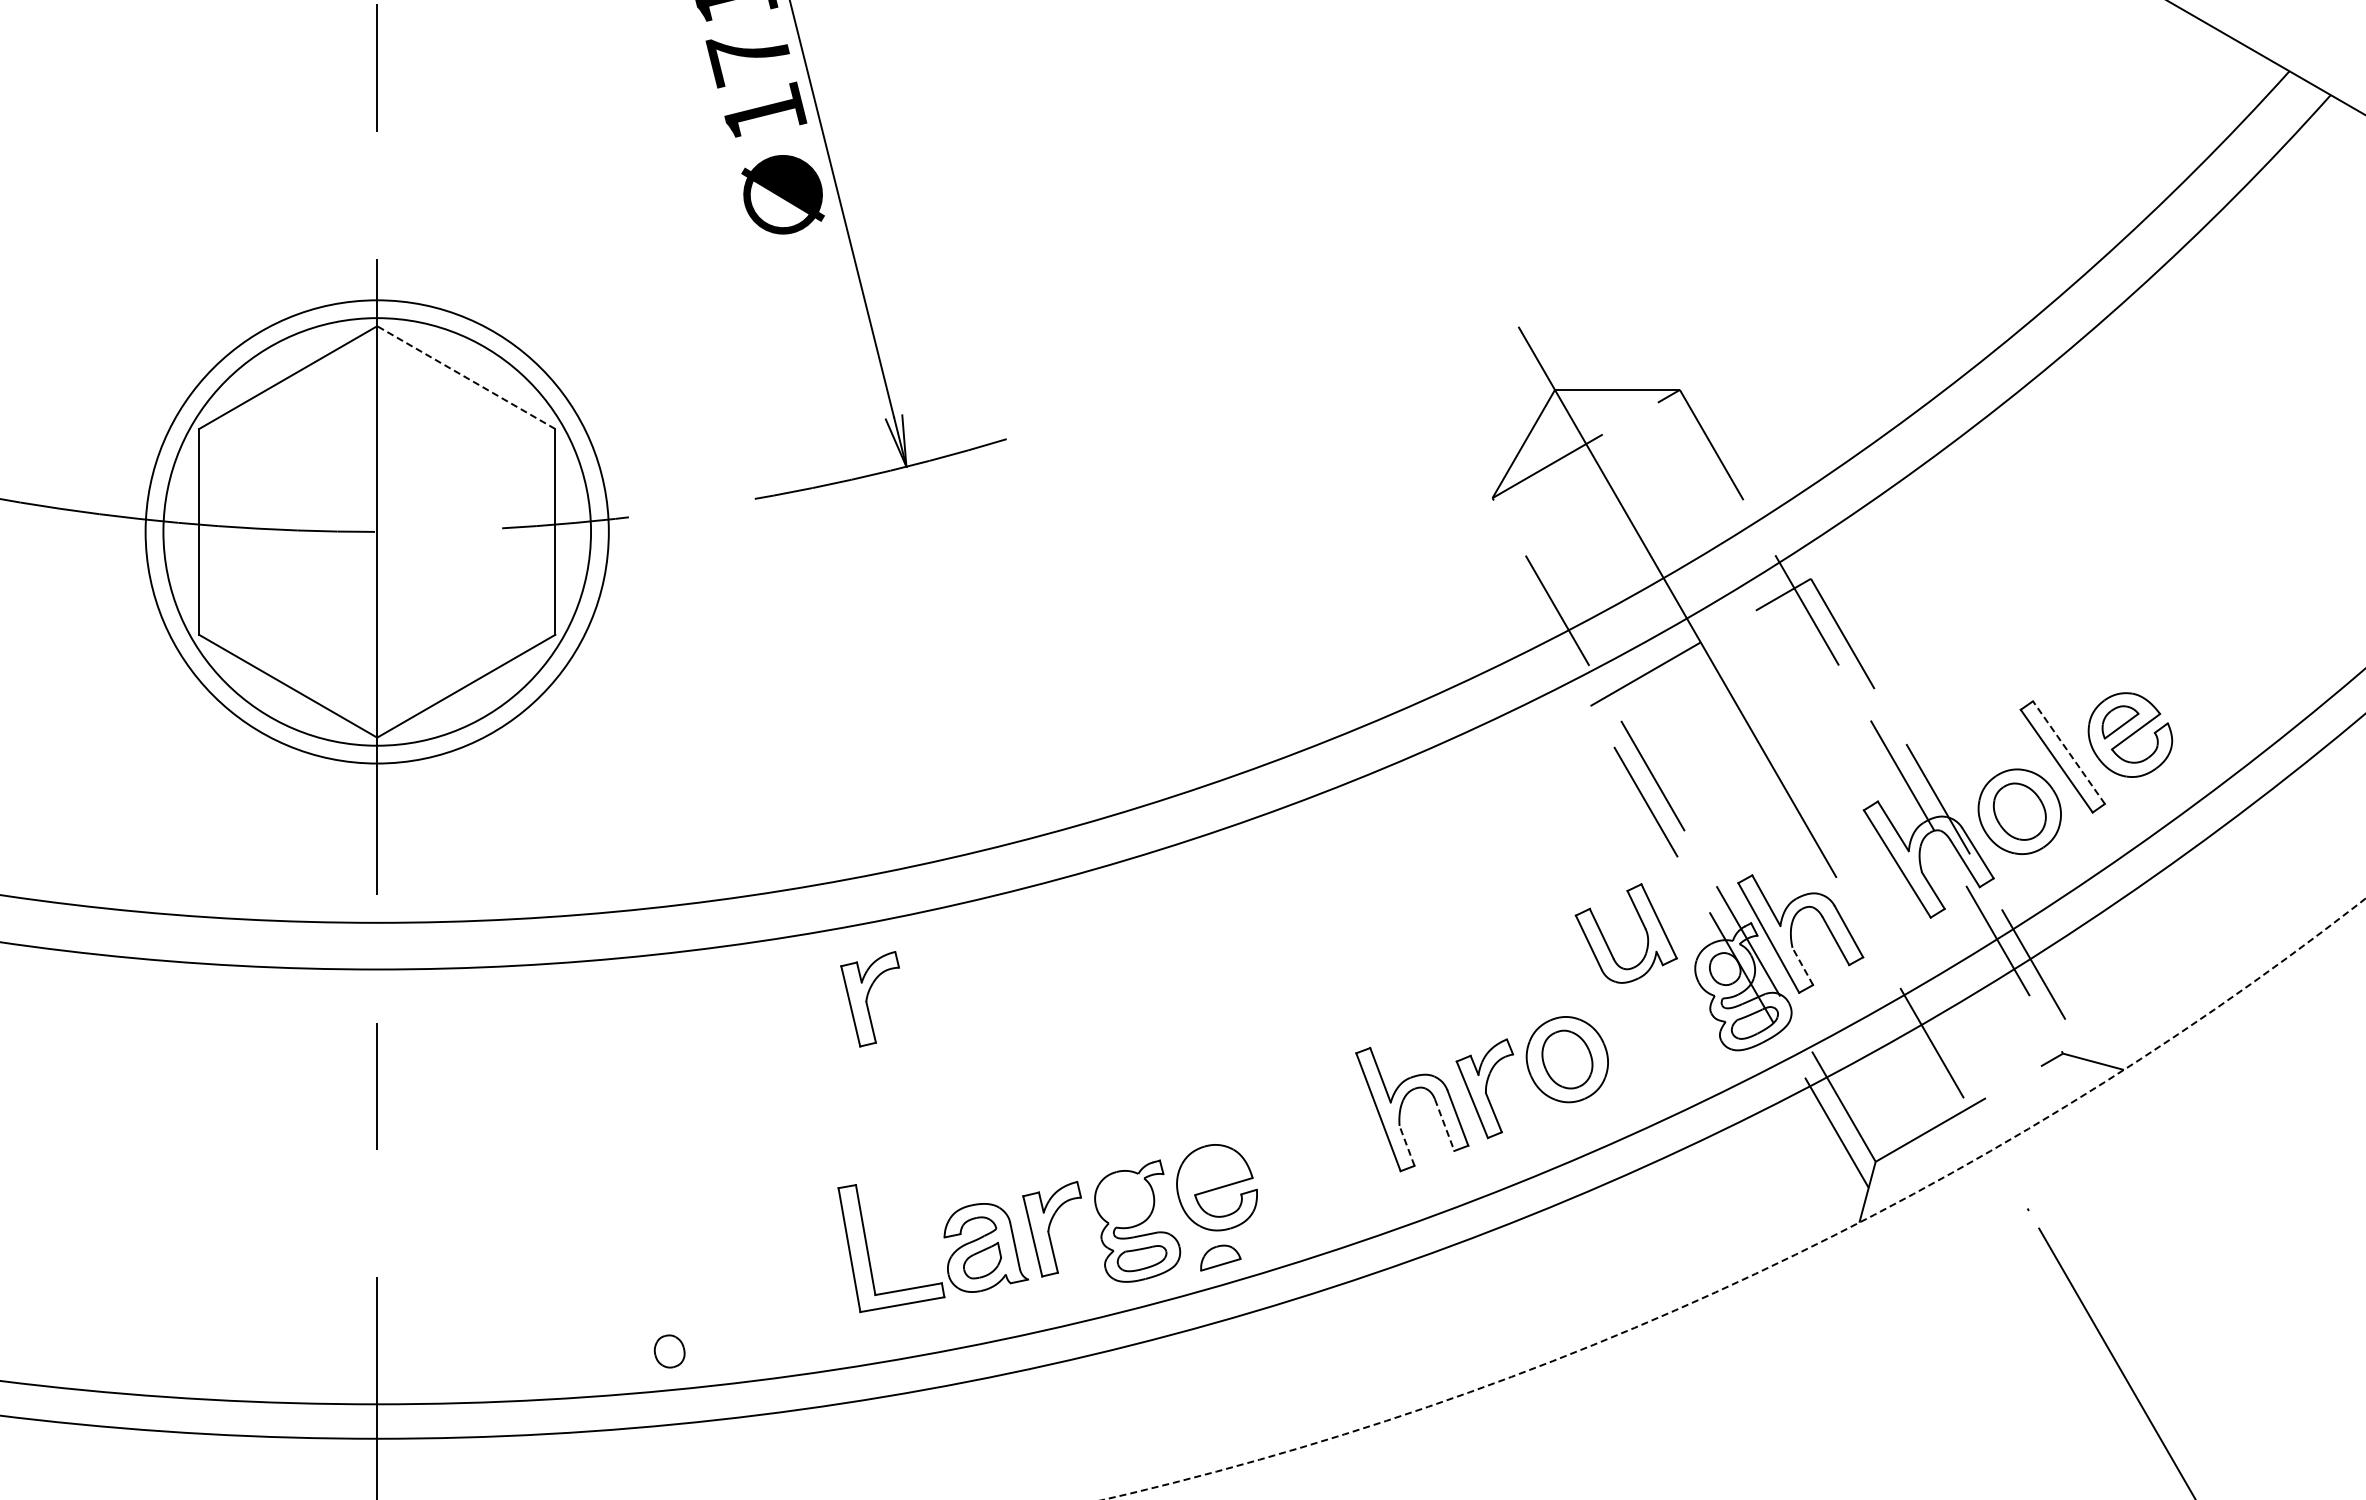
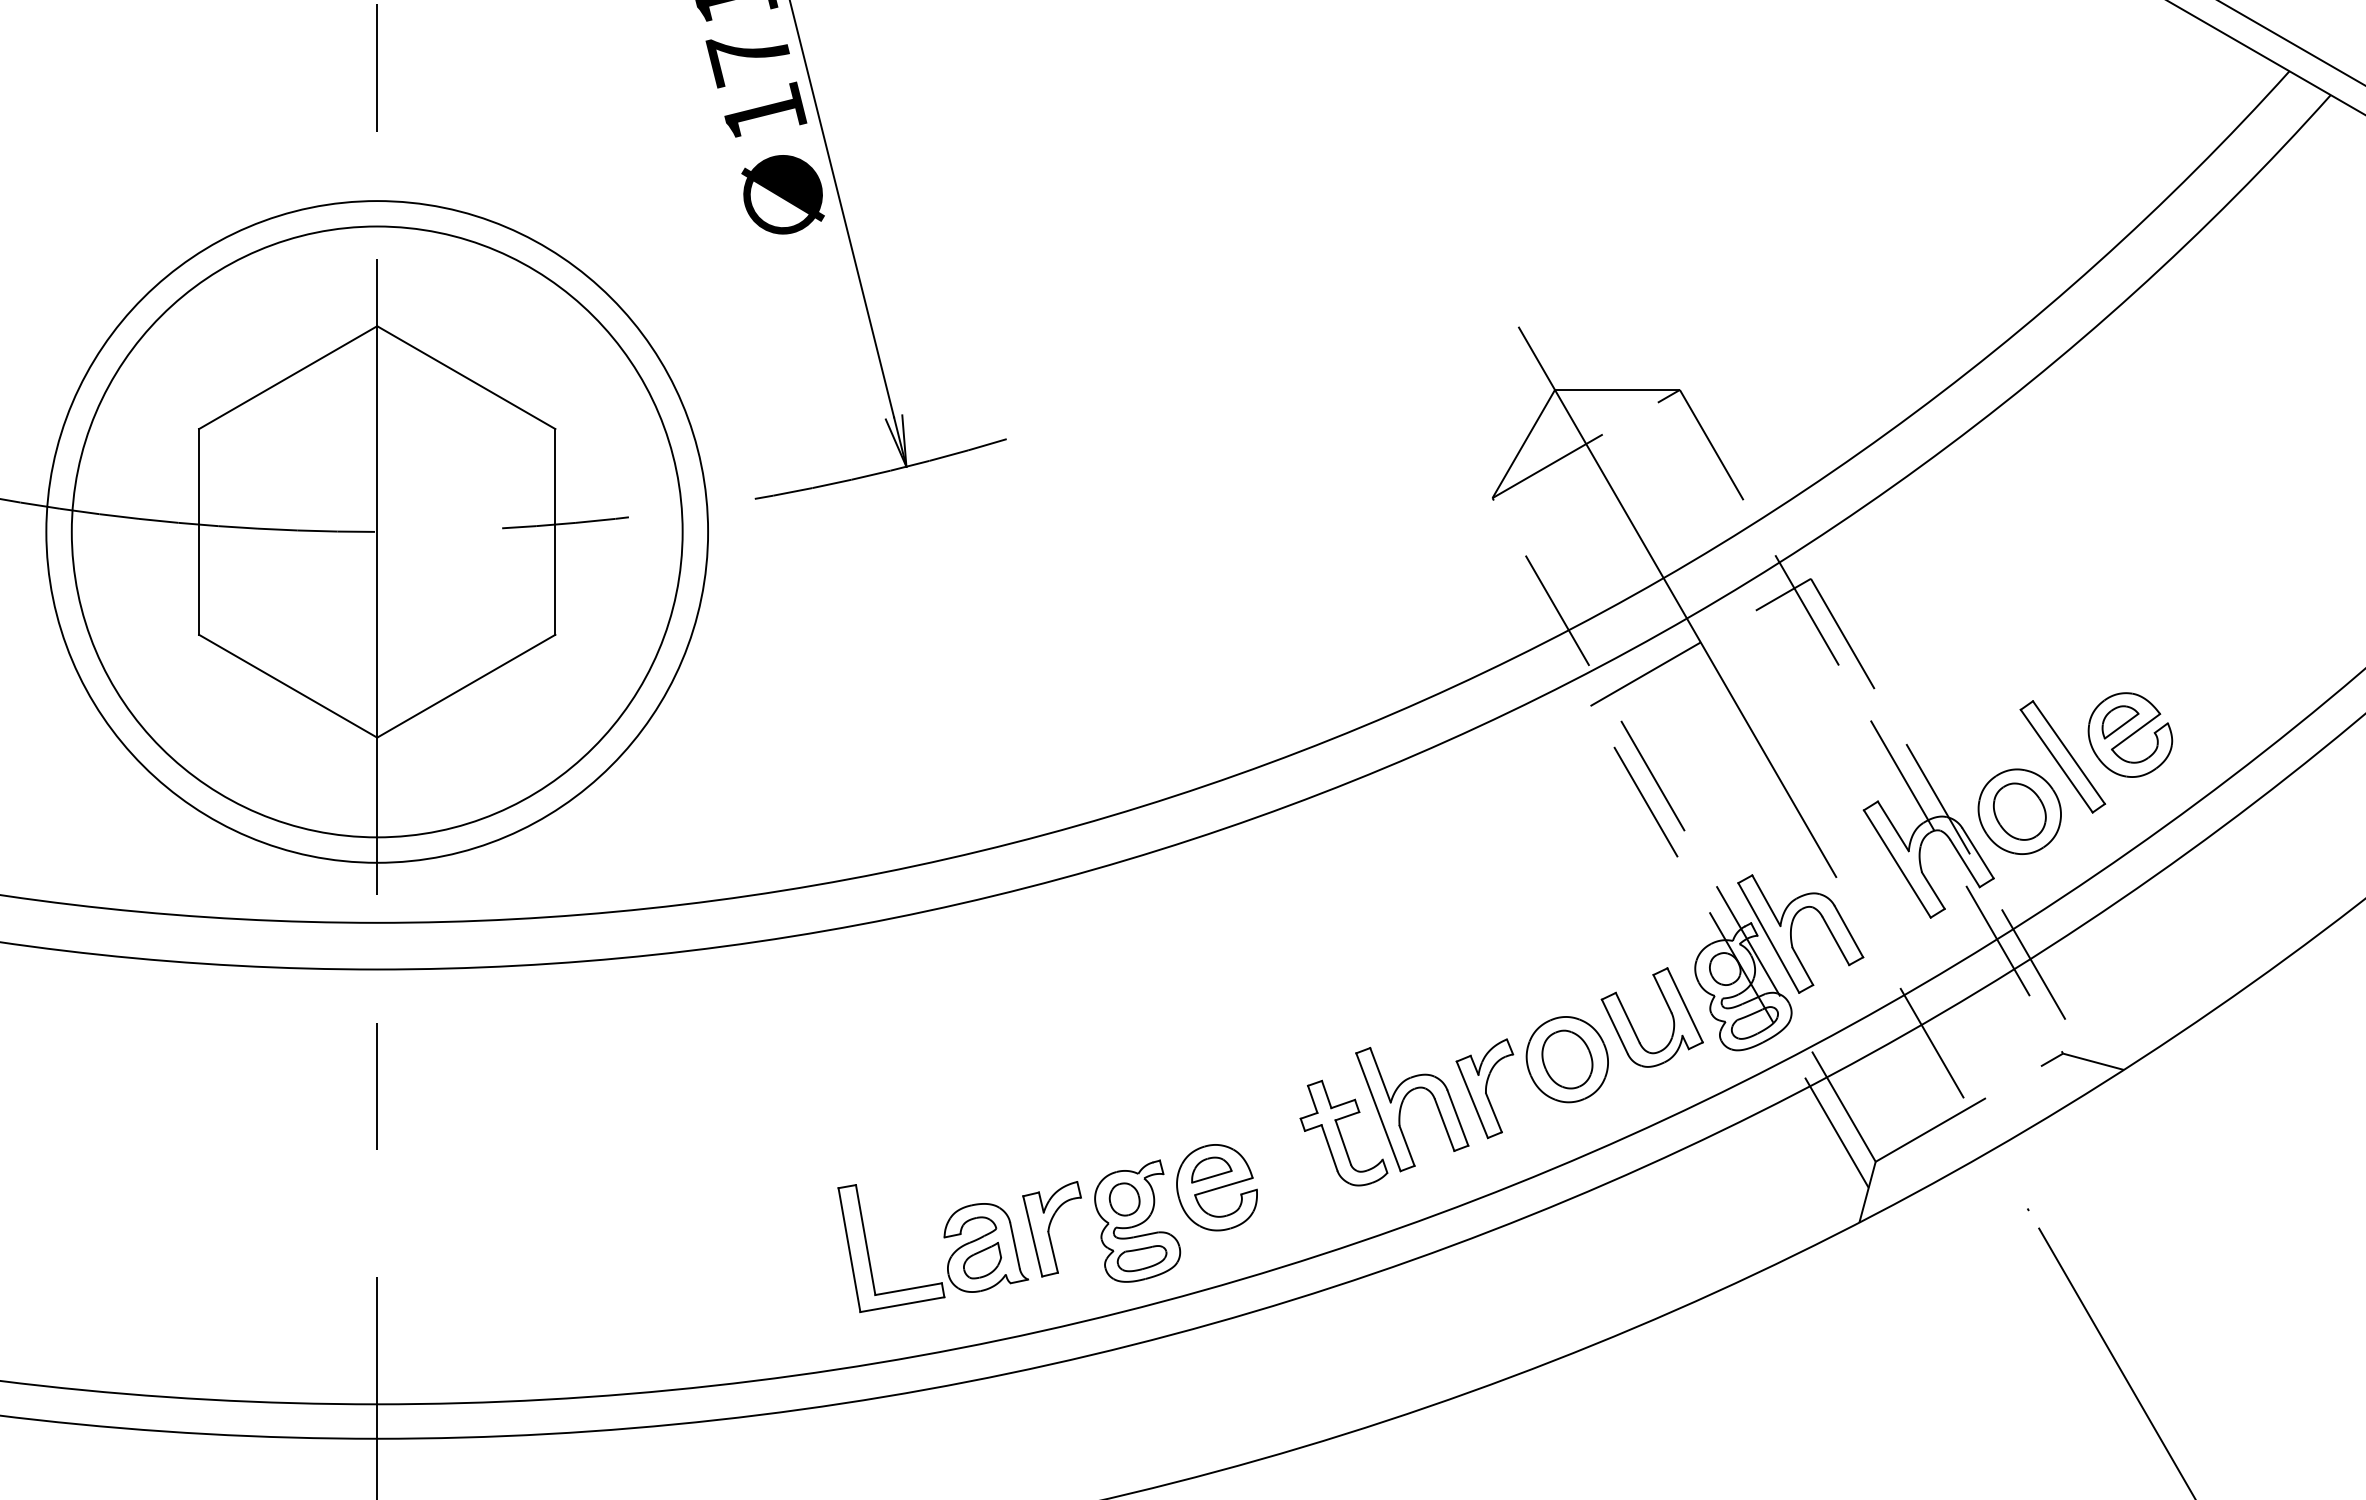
line at (2291, 42): none -> present
line at (466, 377): dashed -> solid
circle at (376, 531) diameter: 463 px -> 662 px
circle at (377, 531) diameter: 428 px -> 611 px
line at (2068, 752): dashed -> solid
part at (1643, 927) position: (1643, 927) -> (1669, 1011)
line at (1802, 966): dashed -> solid
part at (869, 999): present -> none
line at (1444, 1125): dashed -> solid
part at (1343, 1132): none -> present
line at (1406, 1145): dashed -> solid
part at (1220, 1257) position: (1220, 1257) -> (1211, 1169)
arc at (1767, 1268): dashed -> solid
part at (669, 1351) position: (669, 1351) -> (1124, 1199)
